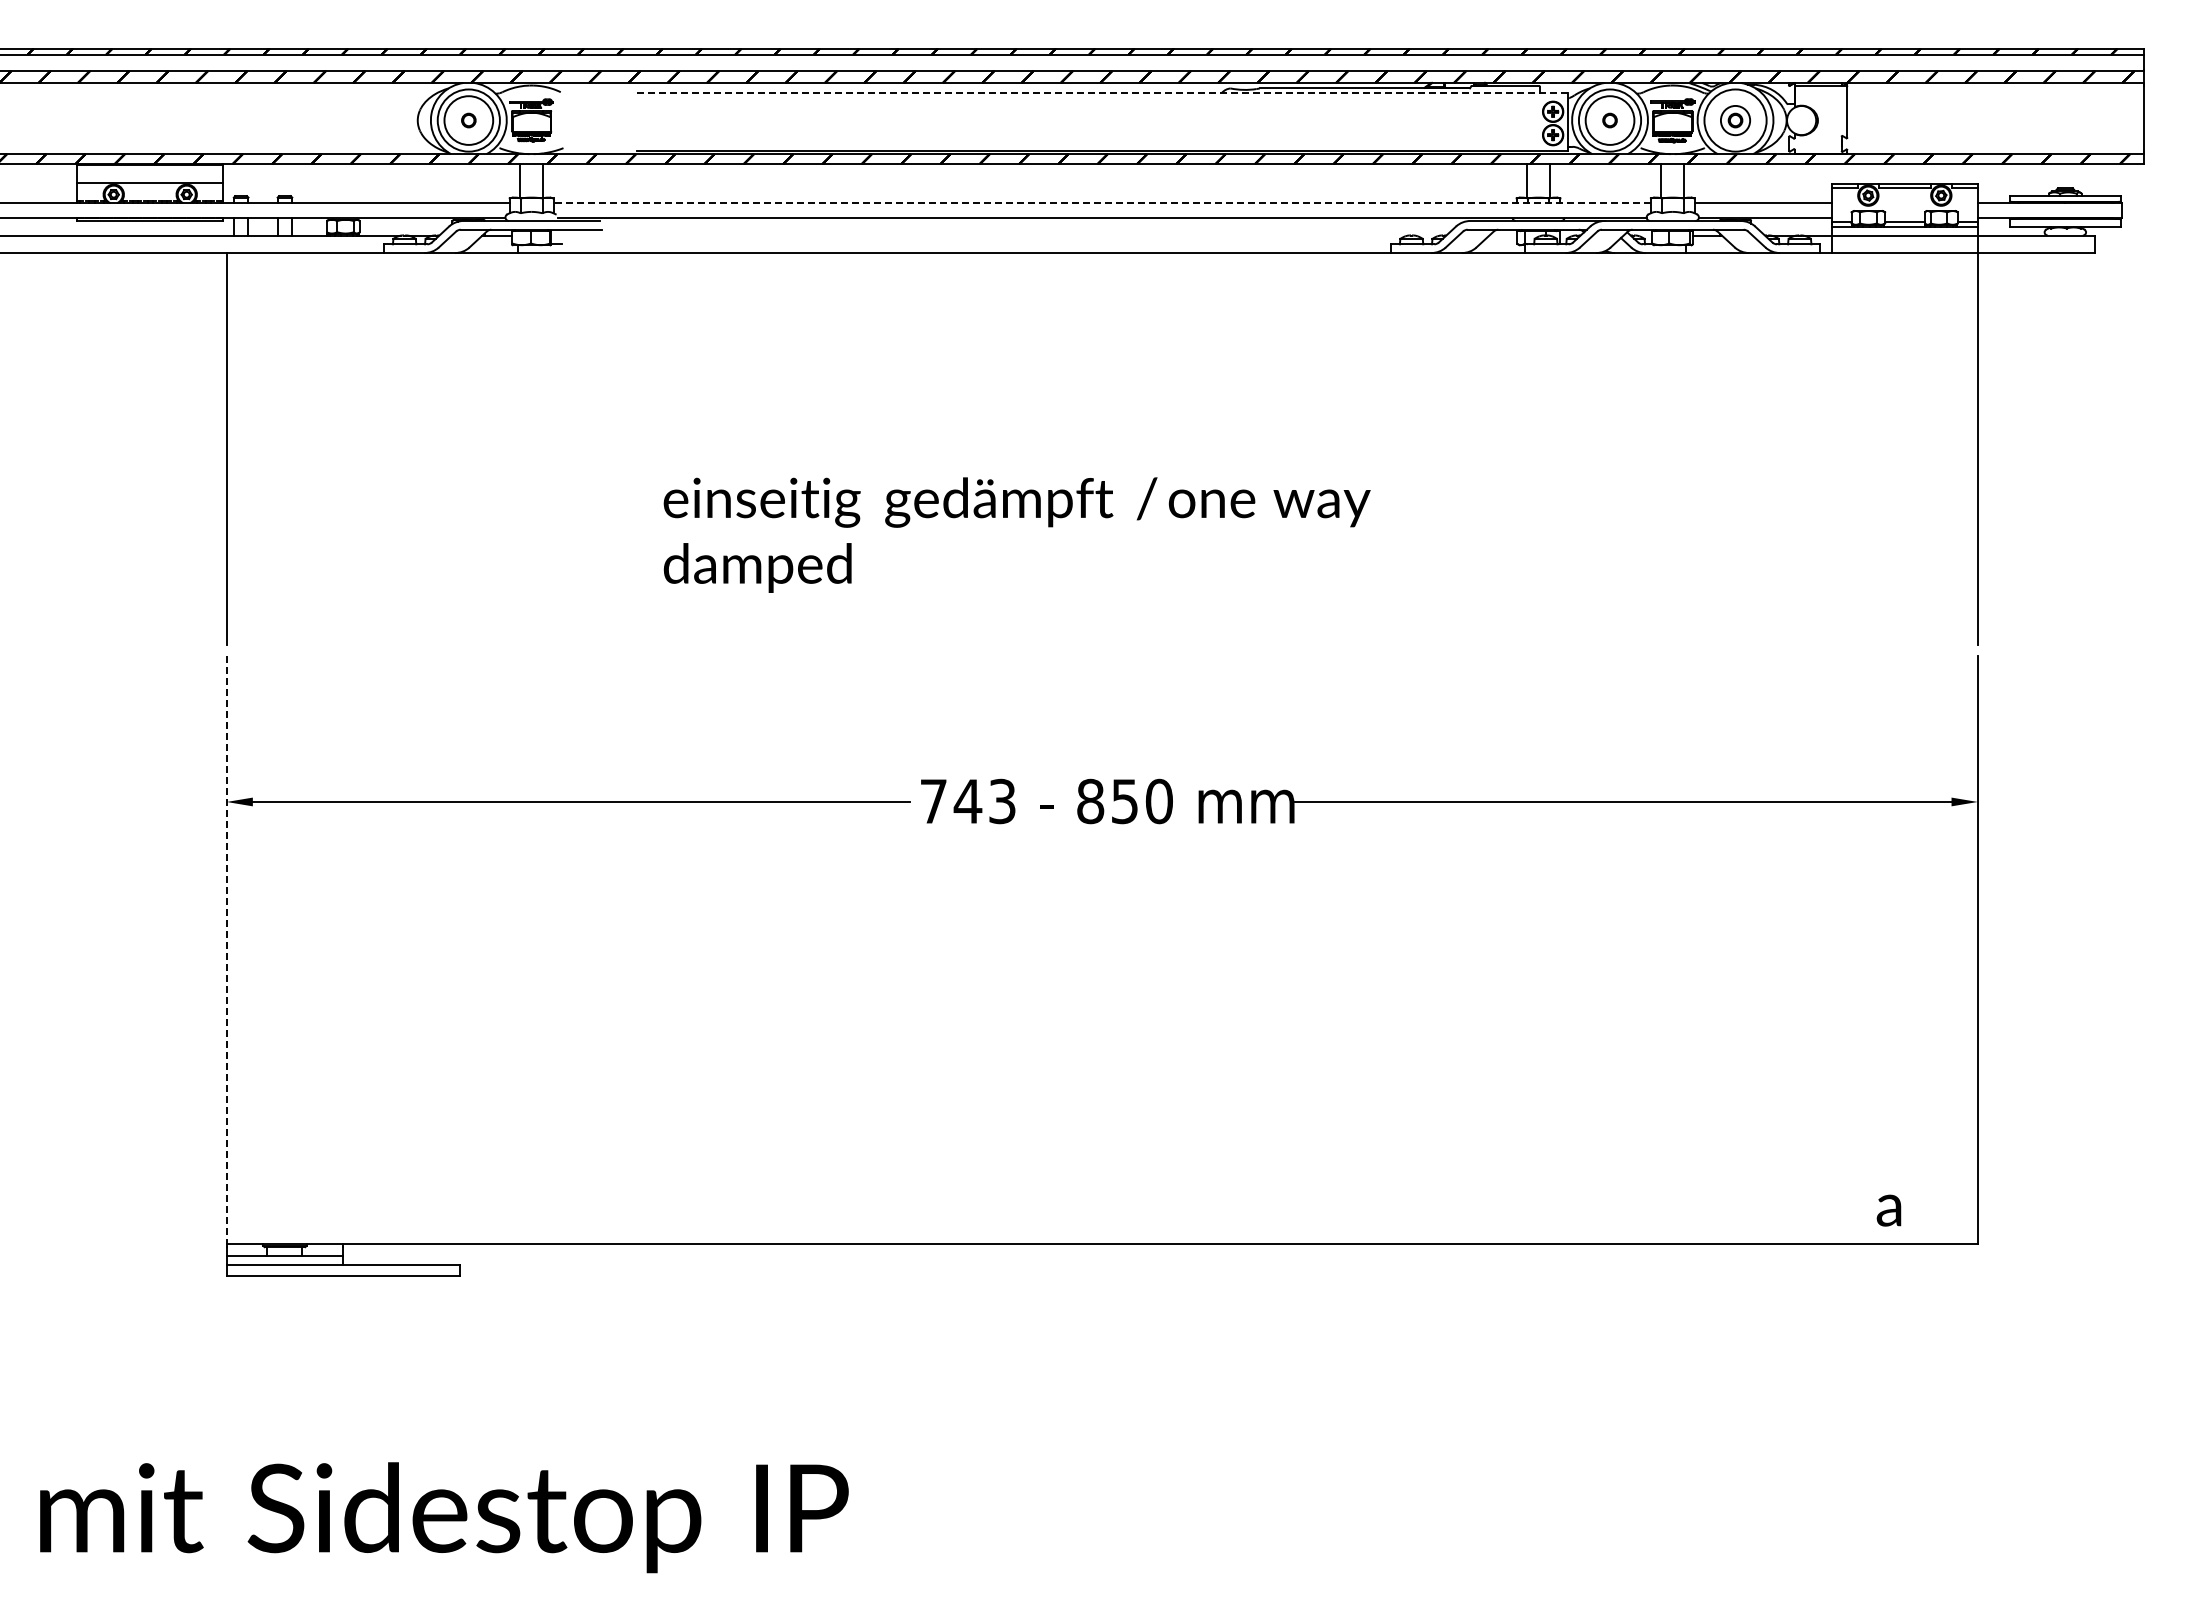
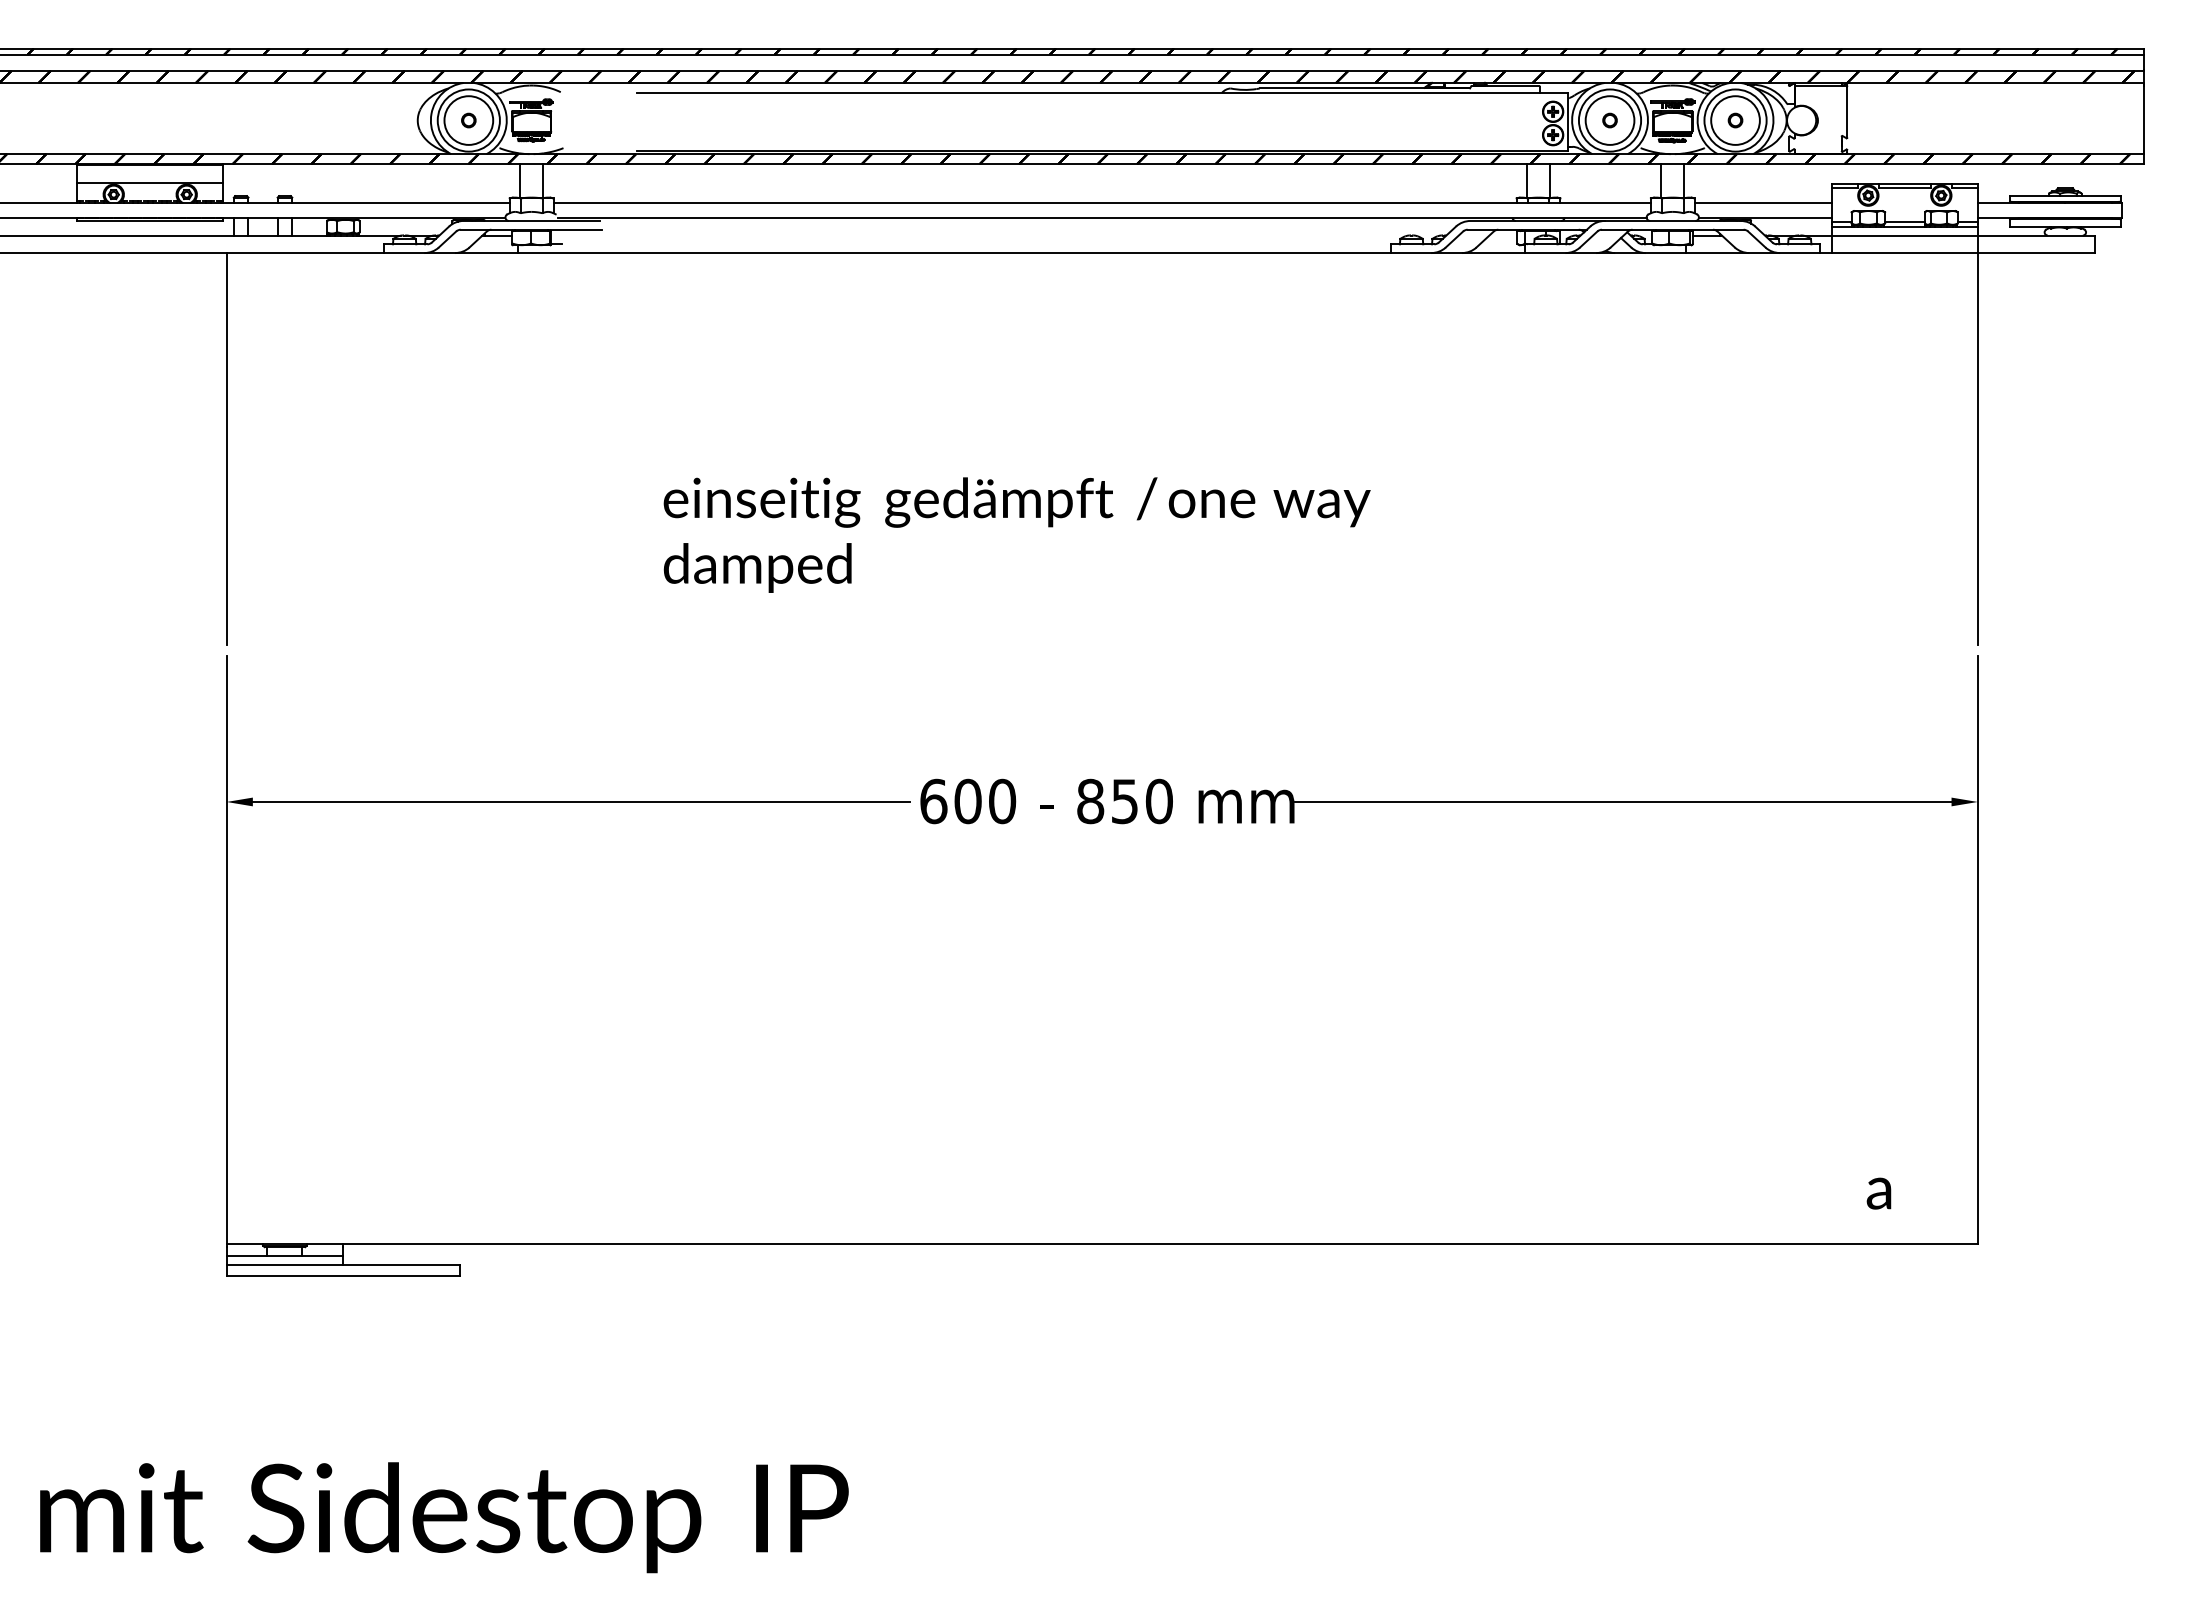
line at (1102, 92): dashed -> solid
circle at (1735, 120) diameter: 29 px -> 49 px
line at (1102, 203): dashed -> solid
text at (968, 801): 743 -> 600
line at (226, 950): dashed -> solid
text at (1888, 1210) position: (1888, 1210) -> (1878, 1193)
